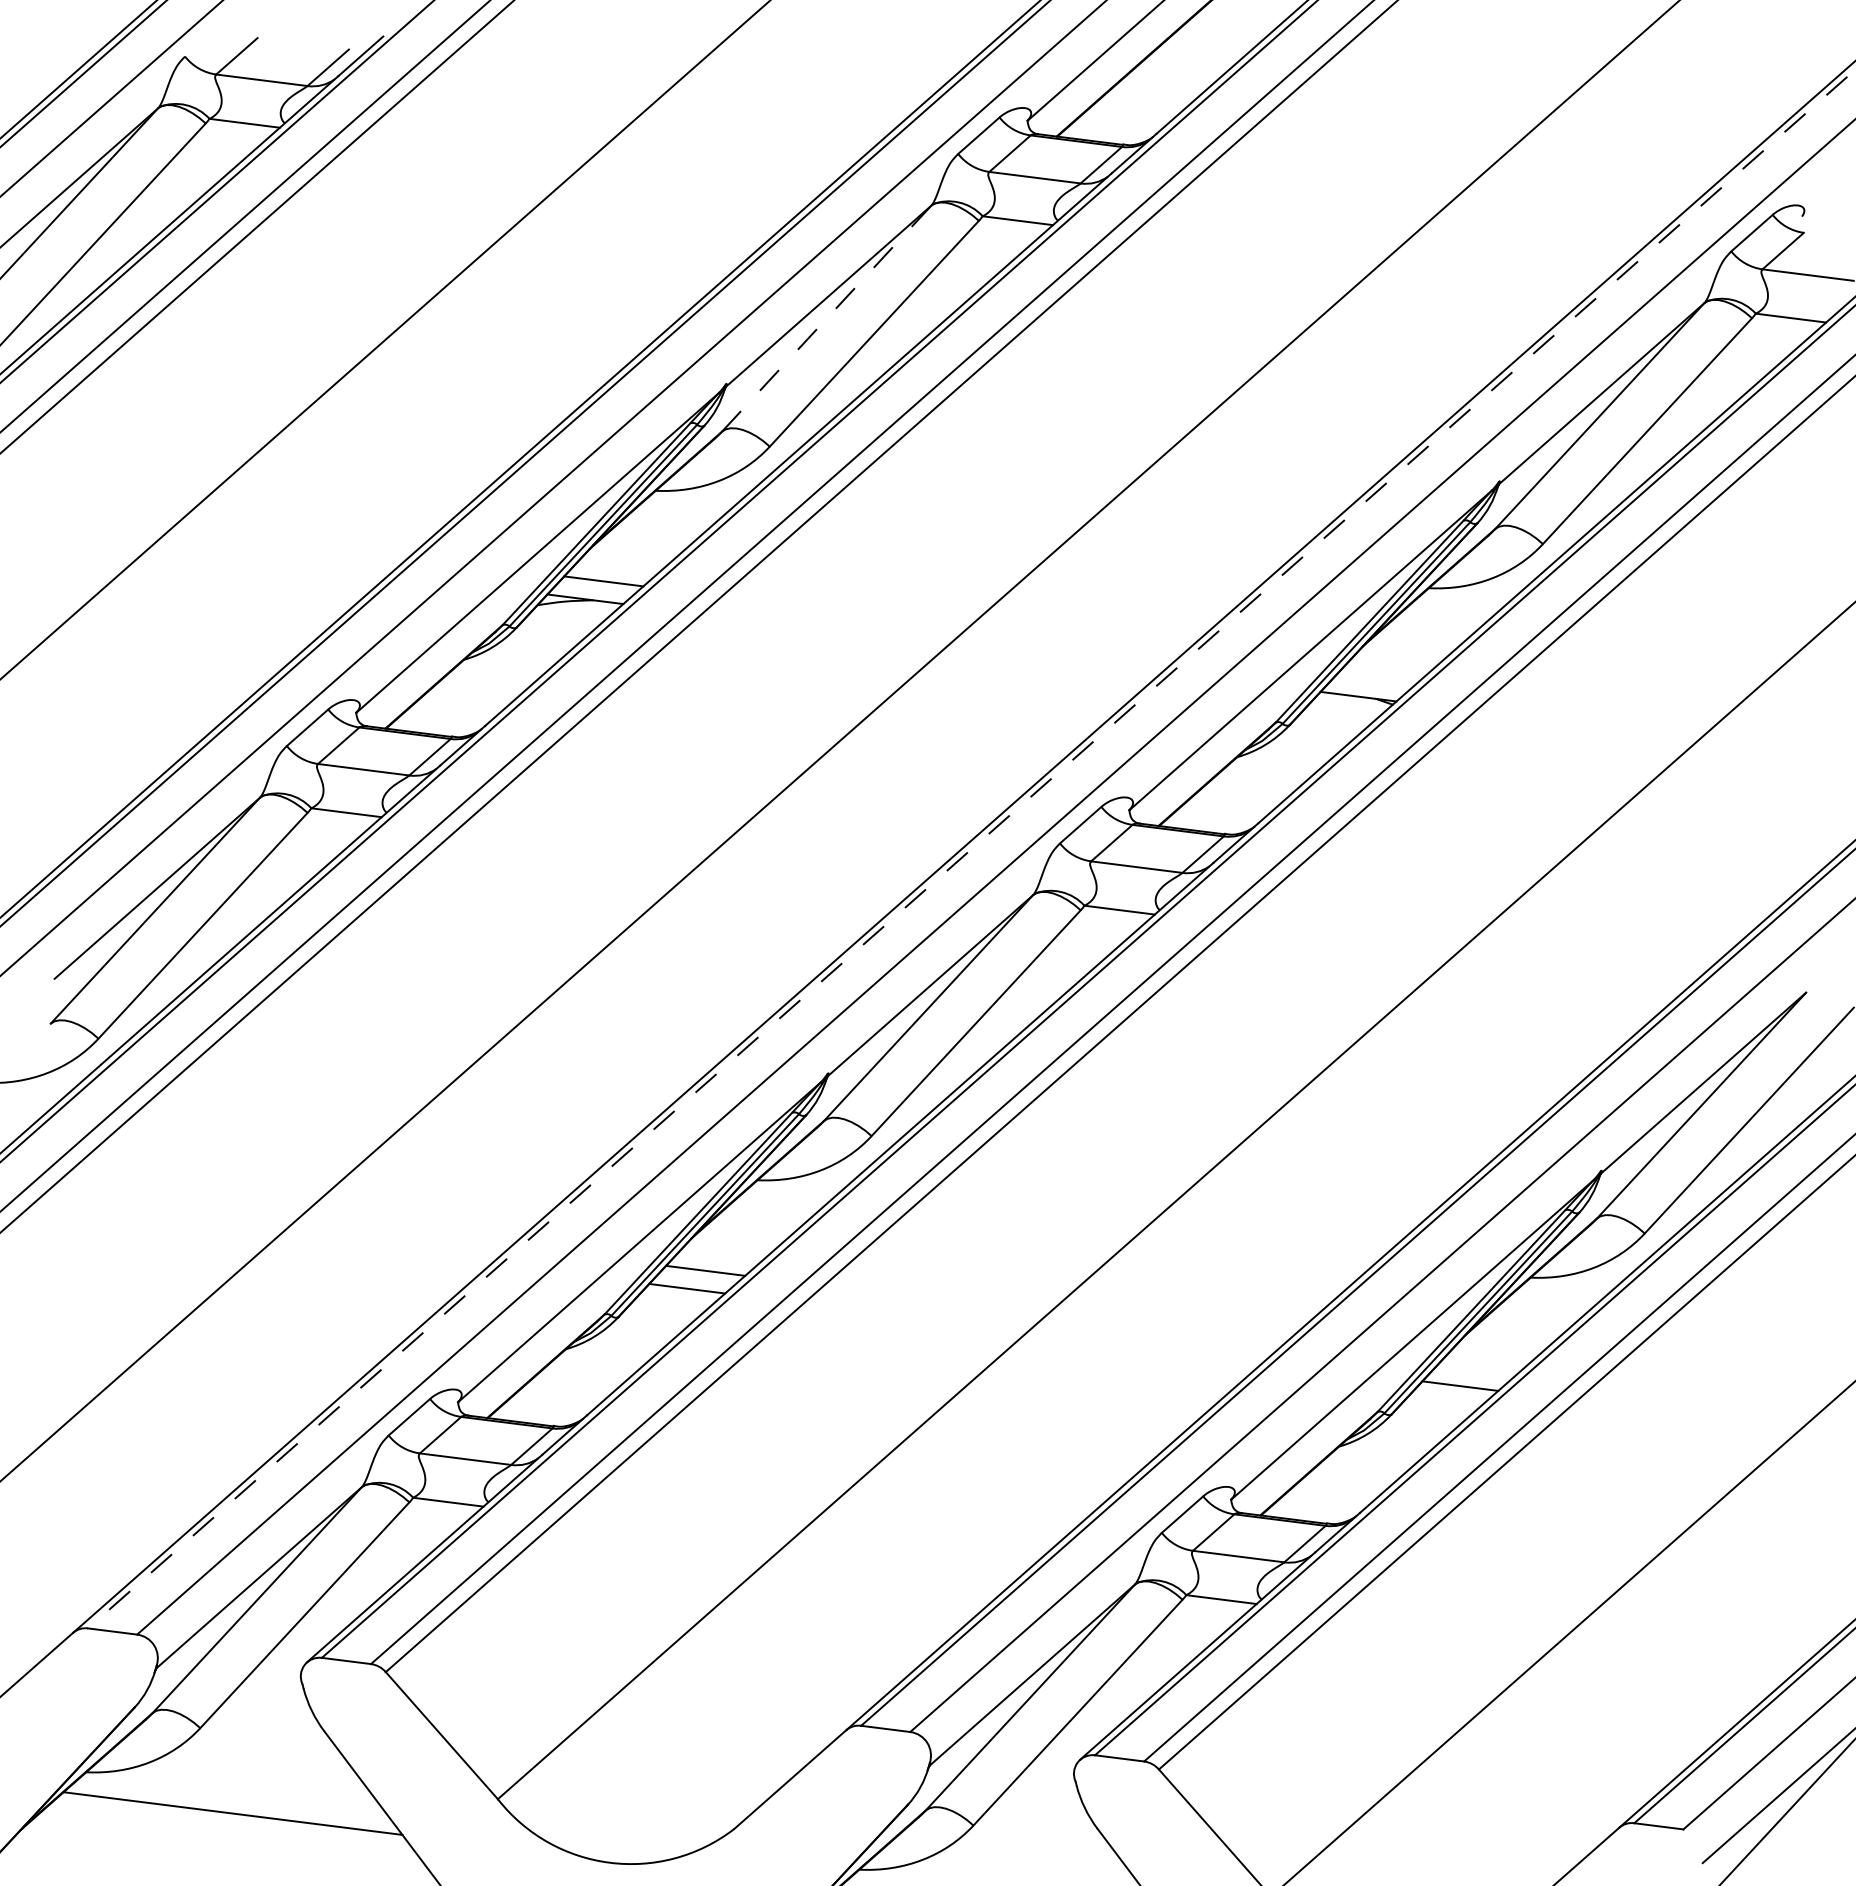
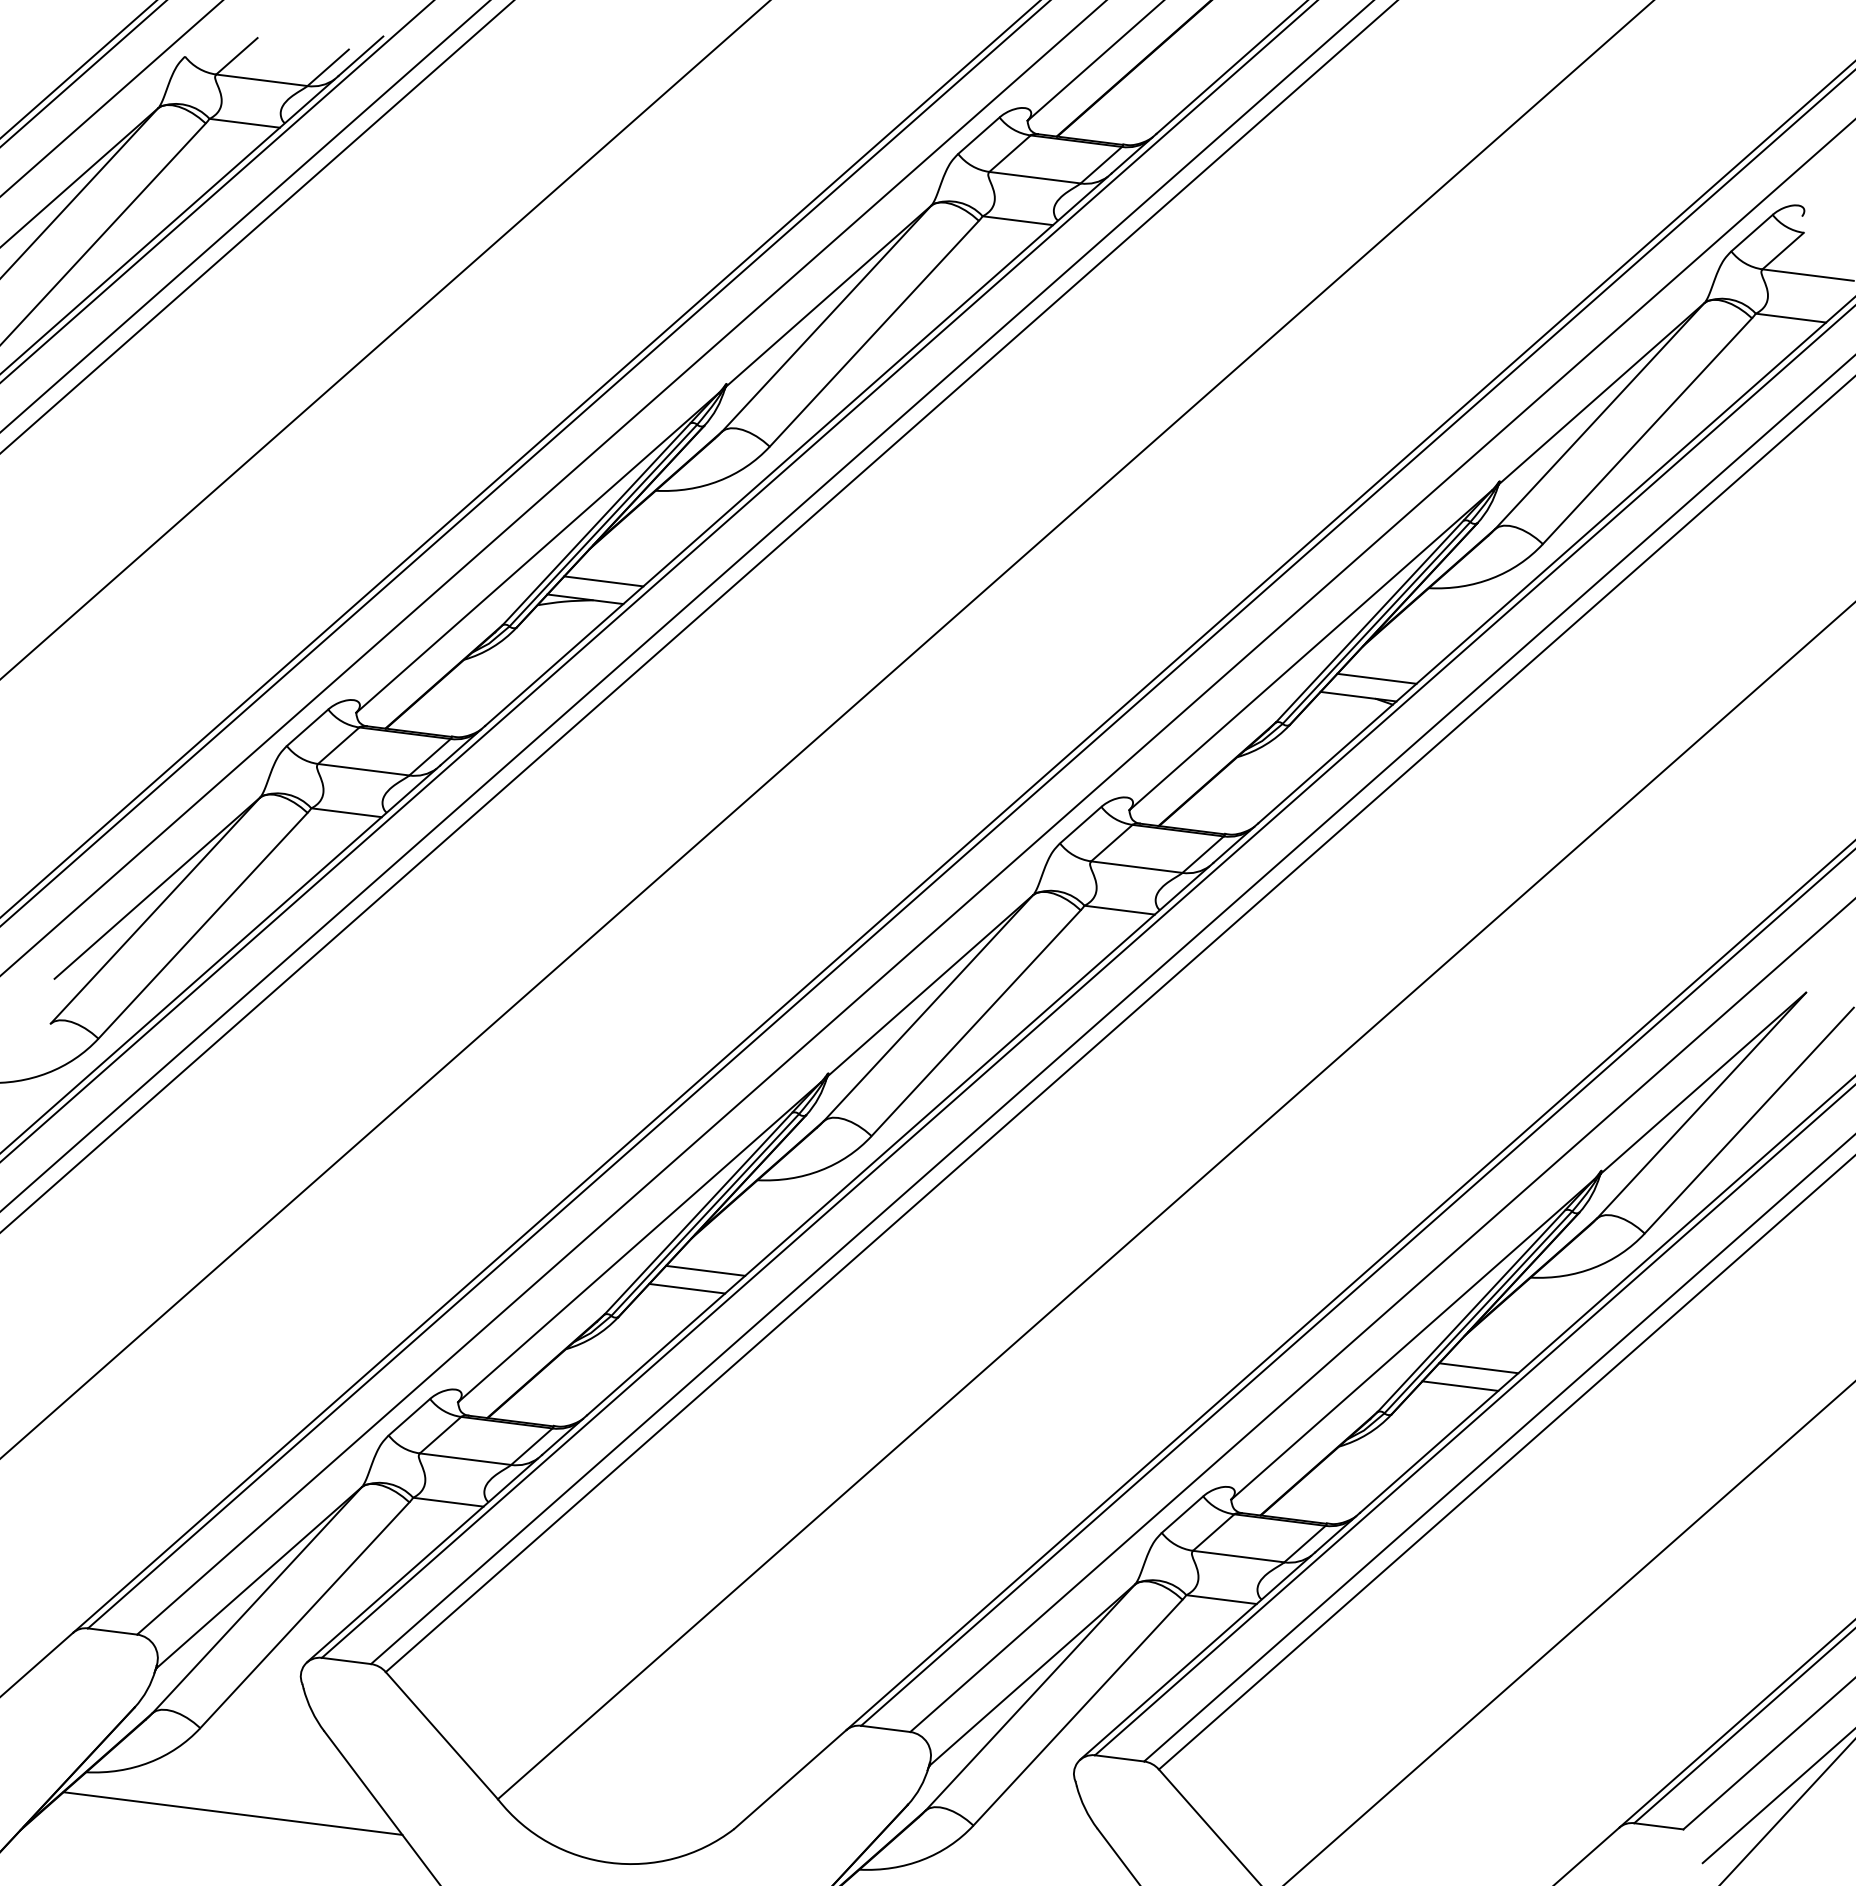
line at (826, 318): dashed -> solid
line at (1376, 678): none -> present
line at (839, 740) position: (839, 740) -> (826, 729)
line at (971, 849): dashed -> solid
line at (1478, 1368): none -> present
